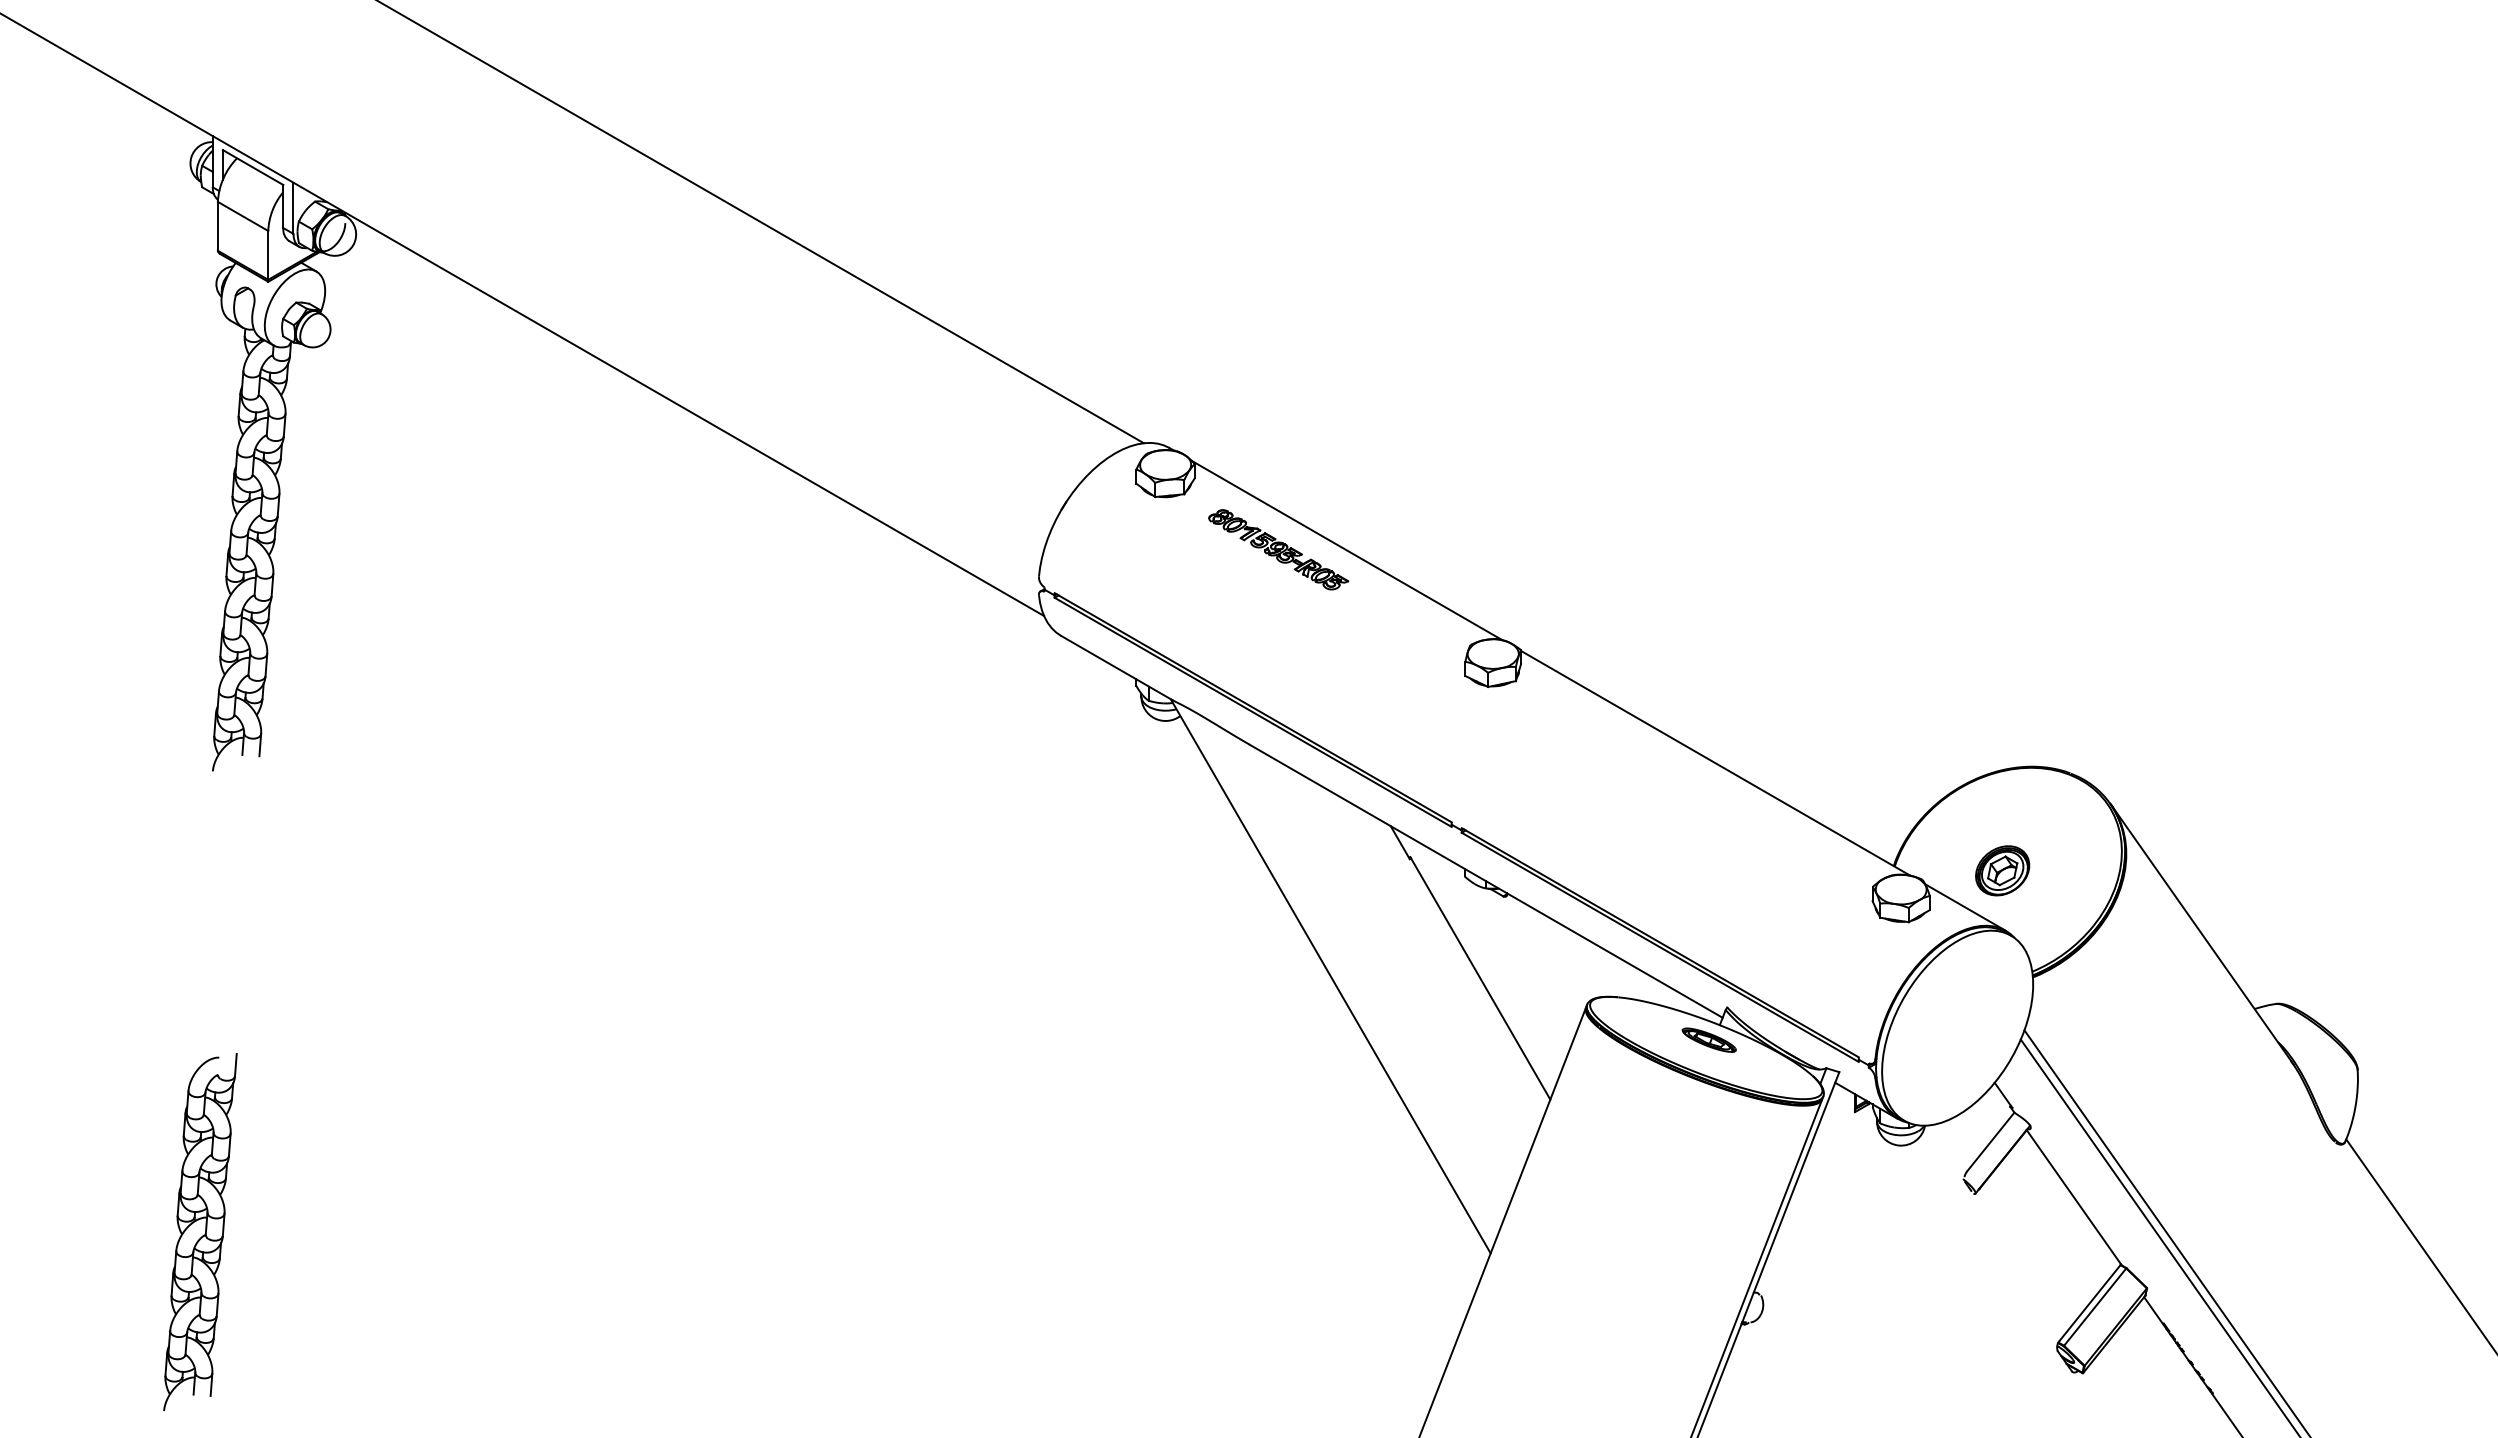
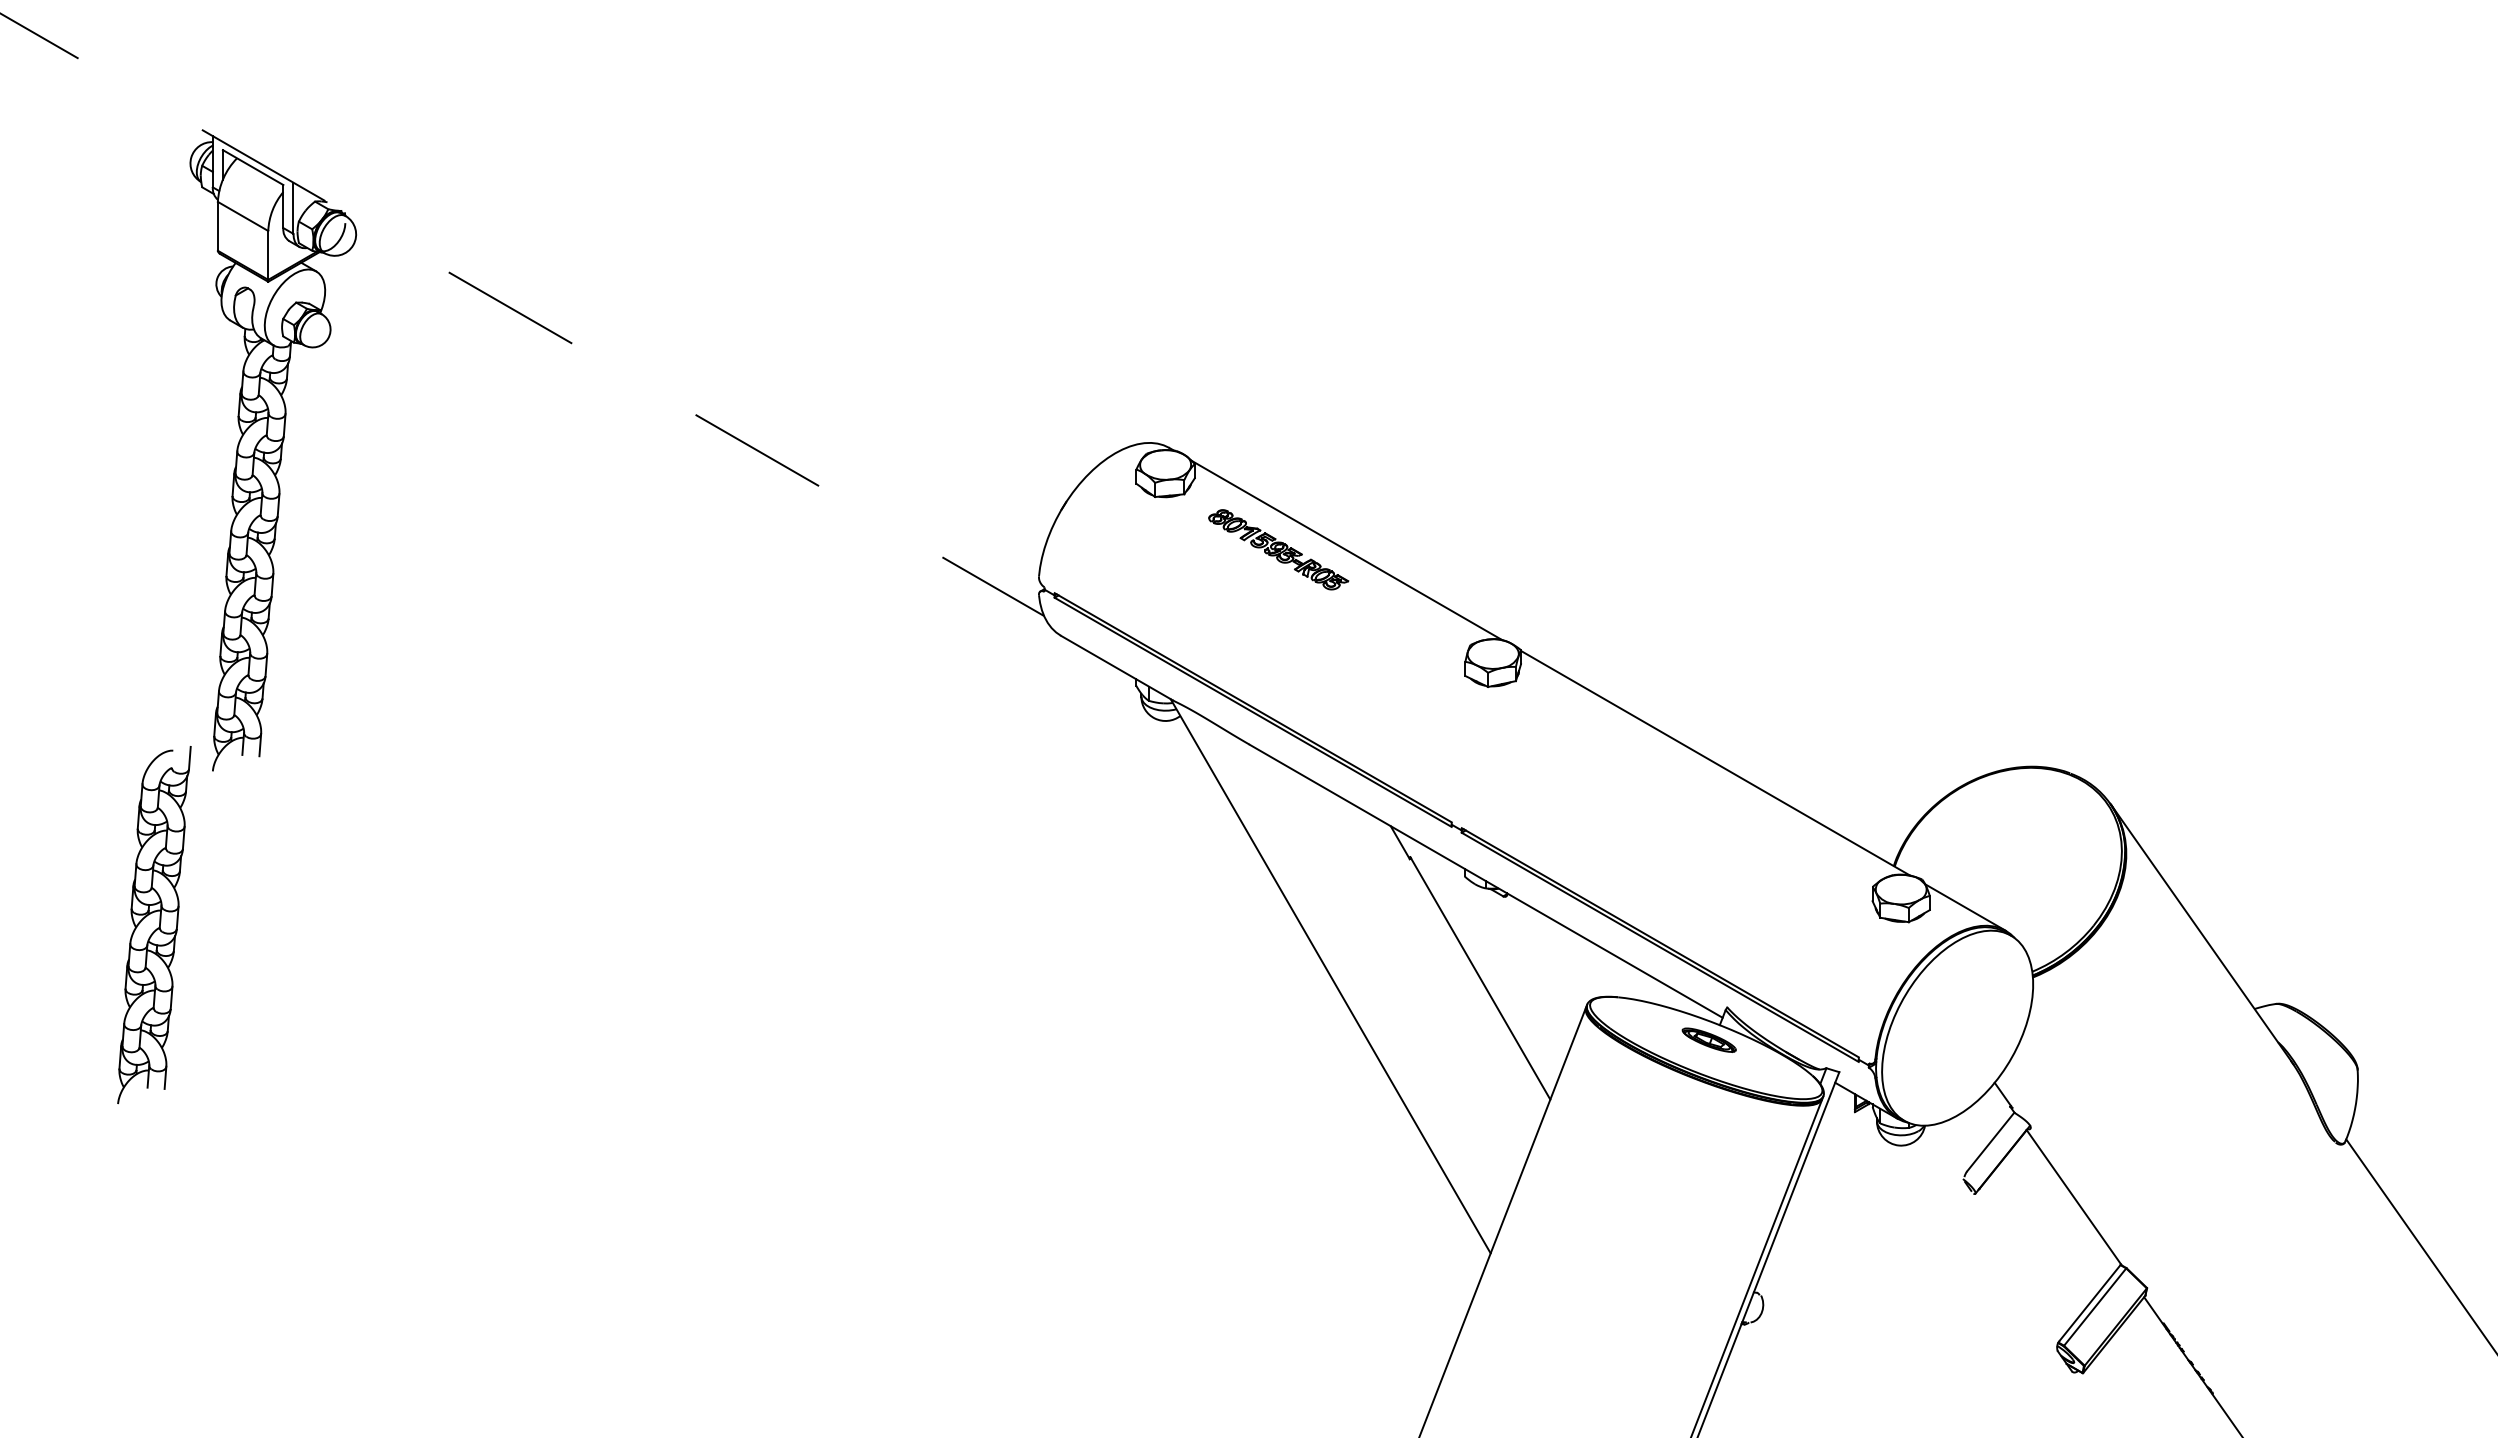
line at (761, 222): present -> none
line at (522, 314): solid -> dashed
part at (2002, 870): present -> none
part at (200, 1232) position: (200, 1232) -> (154, 925)
line at (2166, 1232): present -> none
line at (2159, 1236): present -> none
